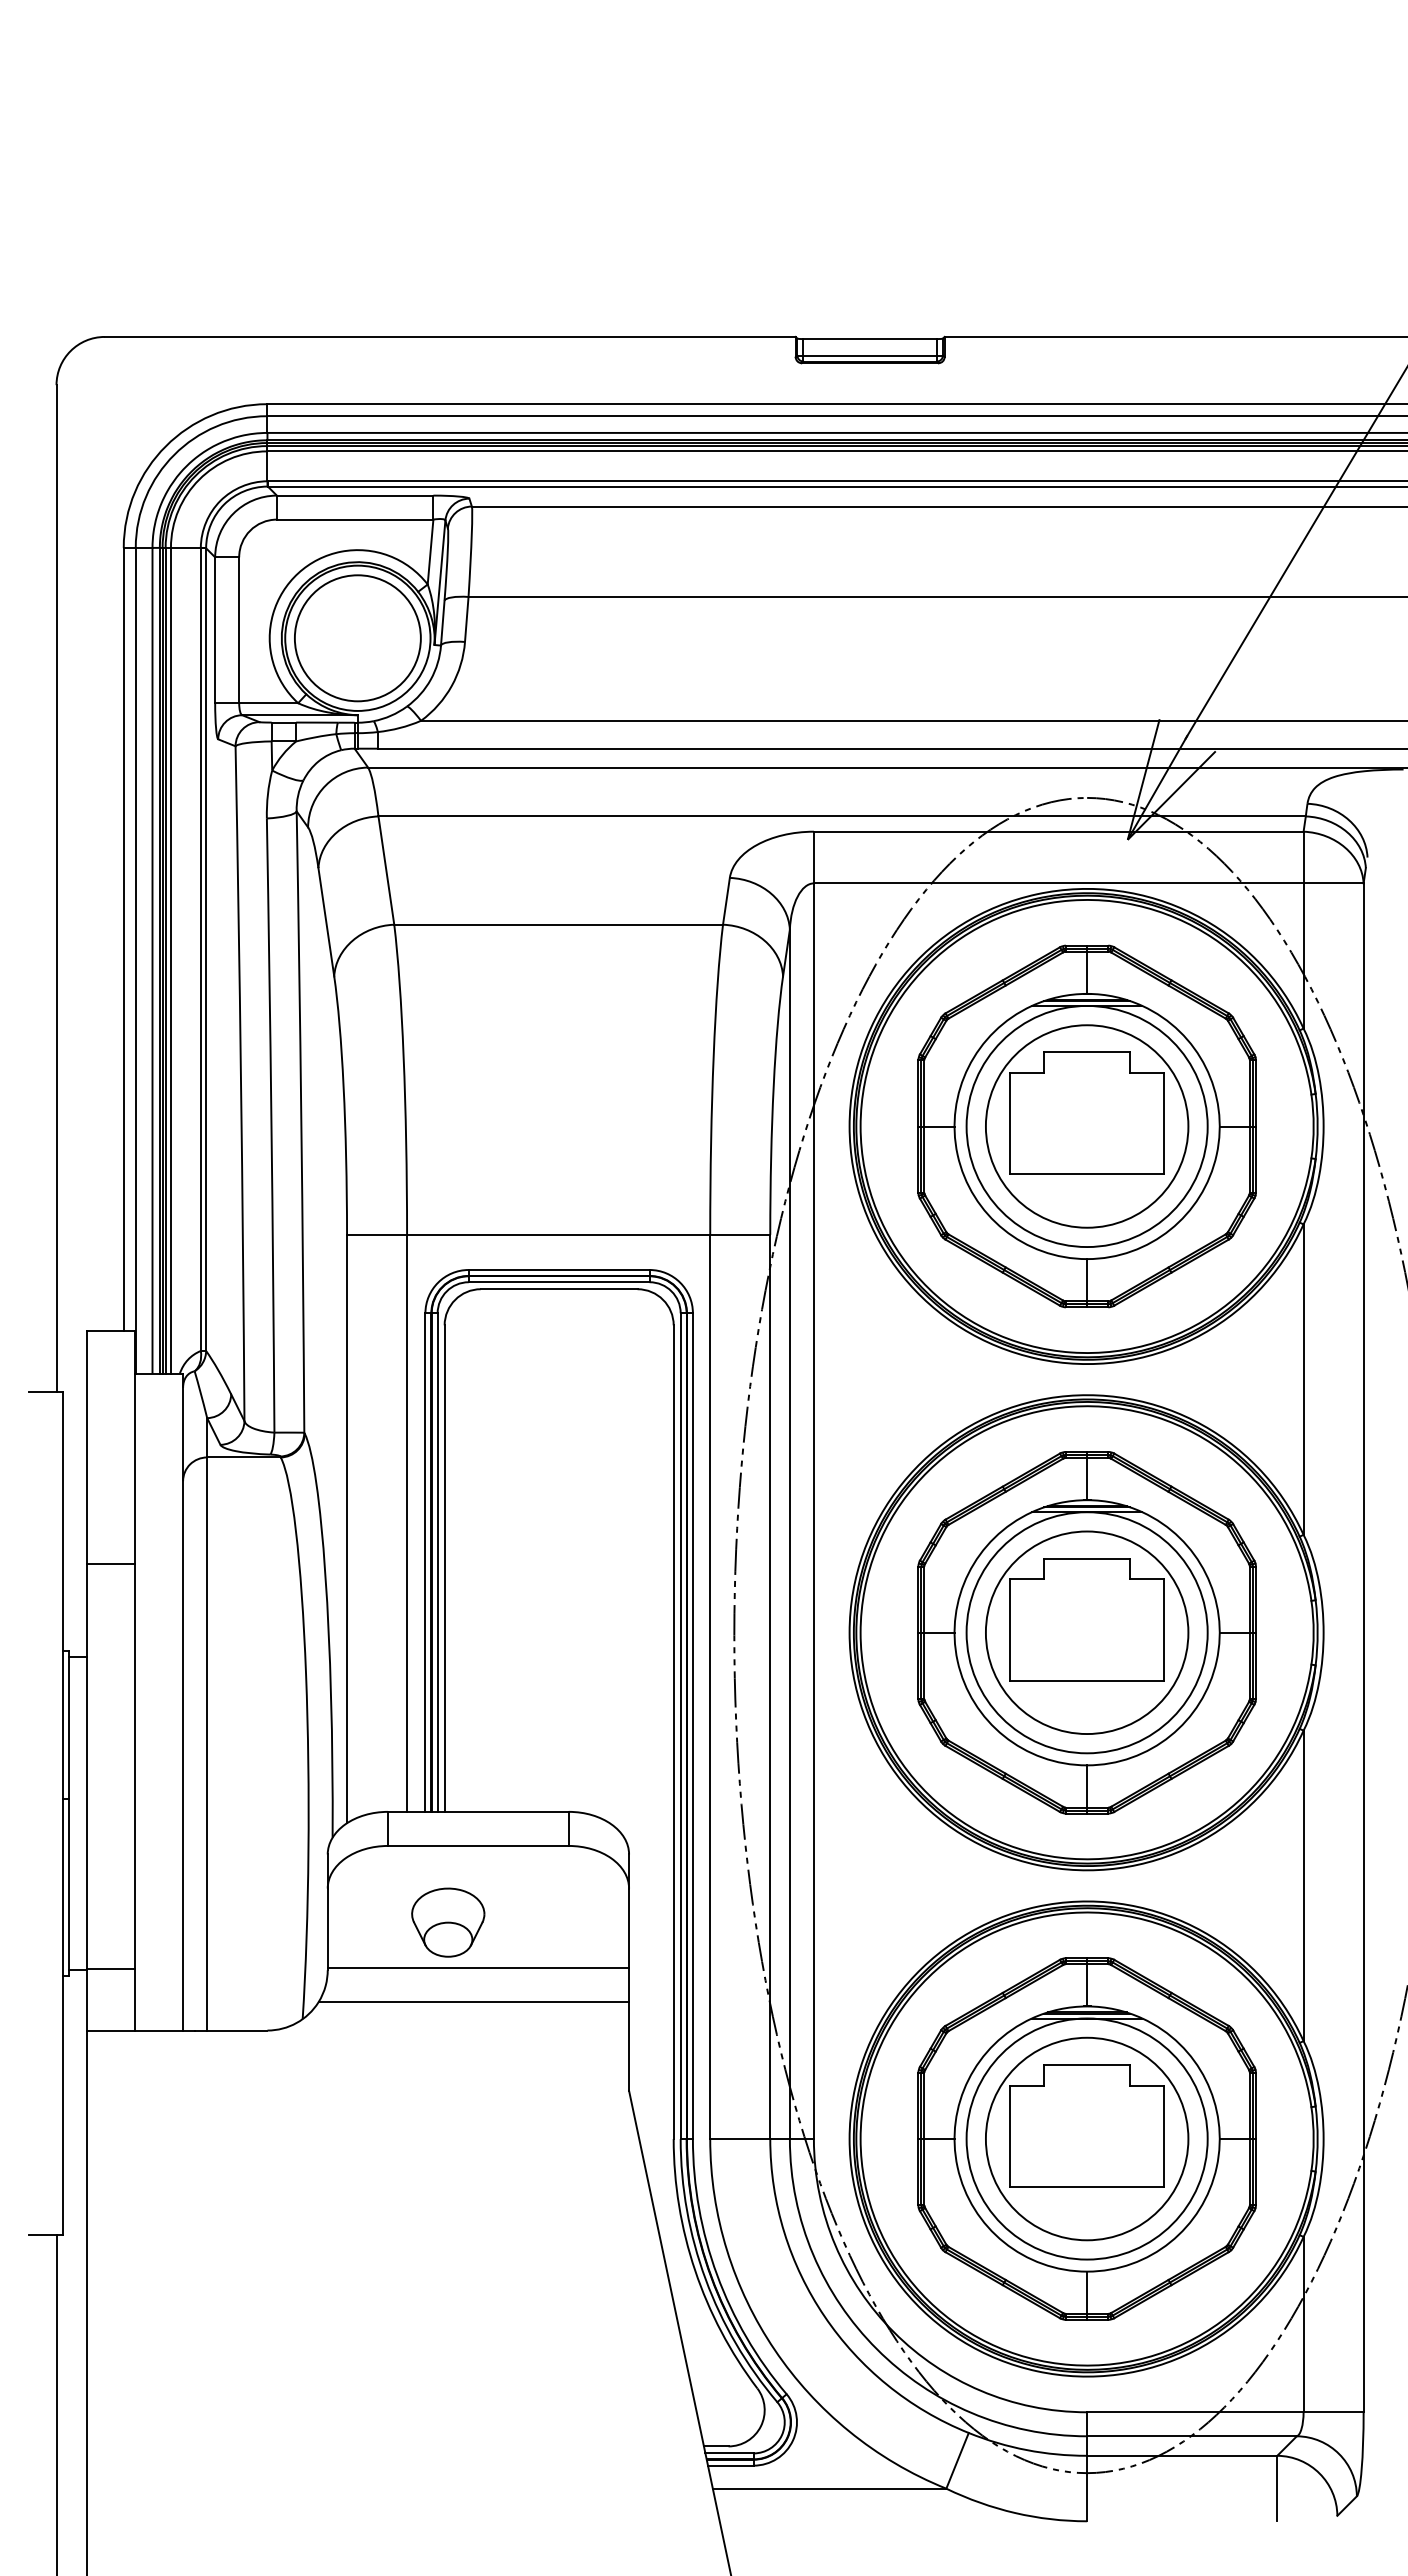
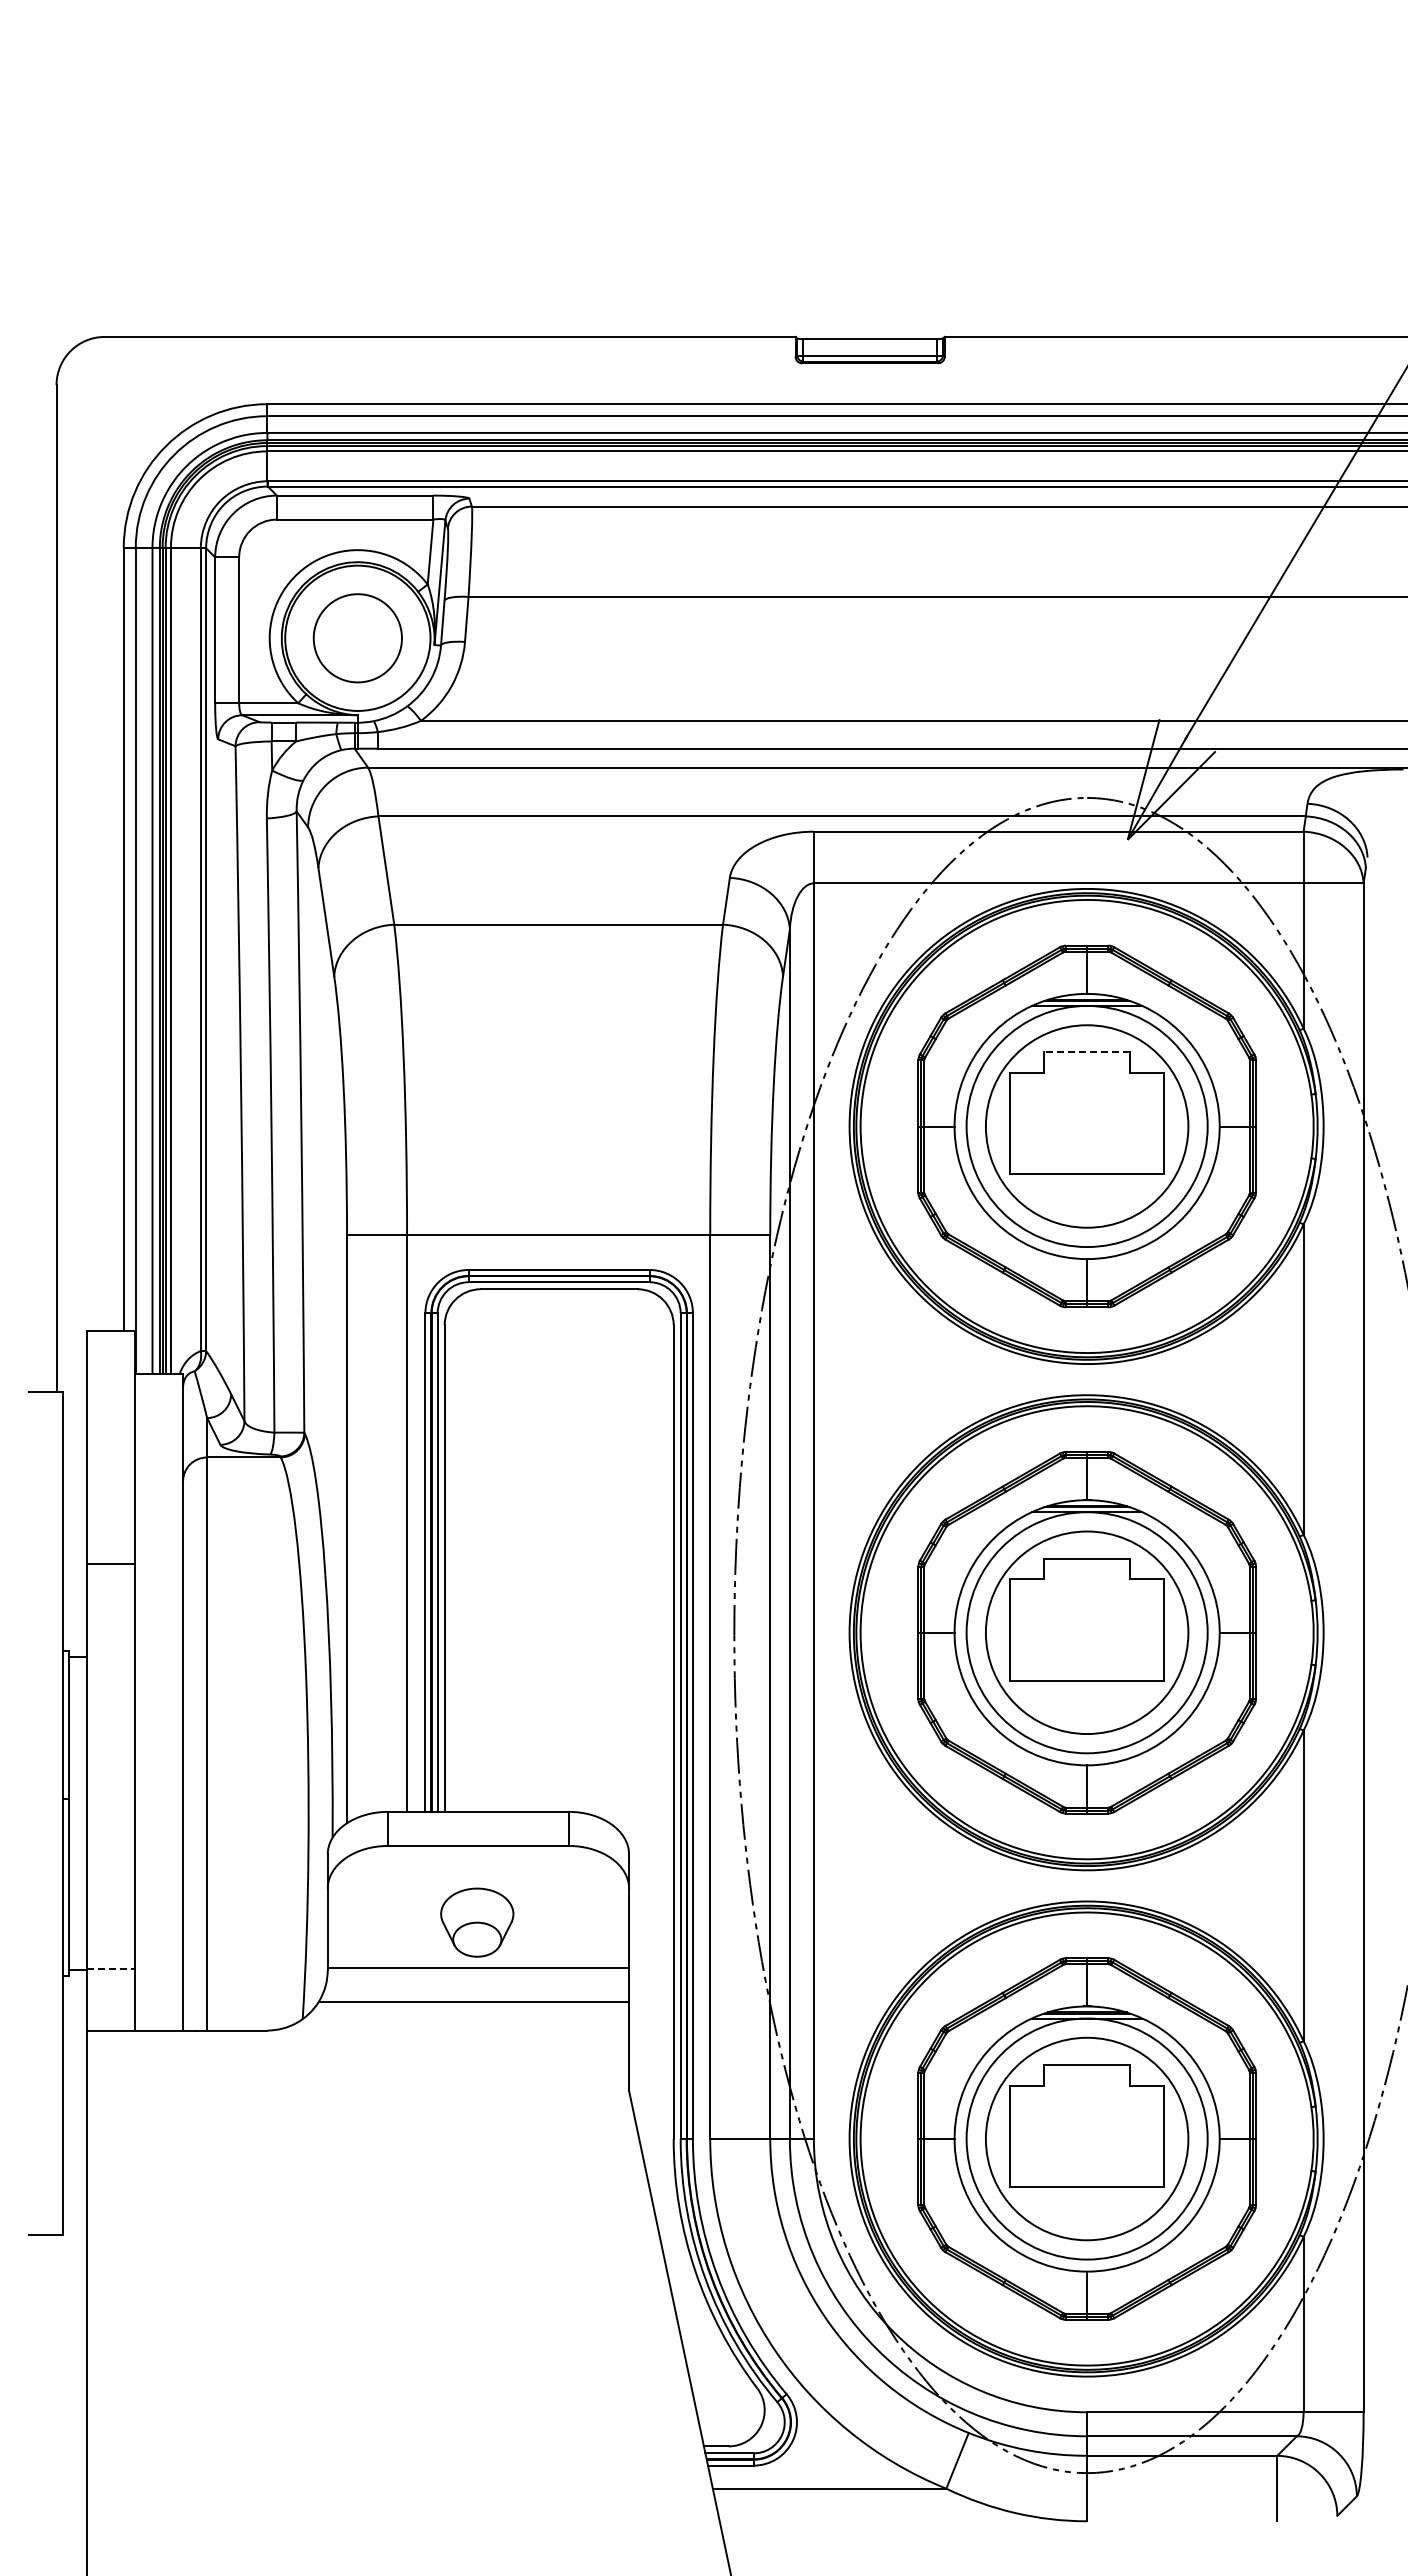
circle at (357, 638) diameter: 126 px -> 88 px
line at (1086, 1052): solid -> dashed
part at (448, 1922) position: (448, 1922) -> (477, 1922)
line at (111, 1969): solid -> dashed
line at (56, 2403): present -> none
